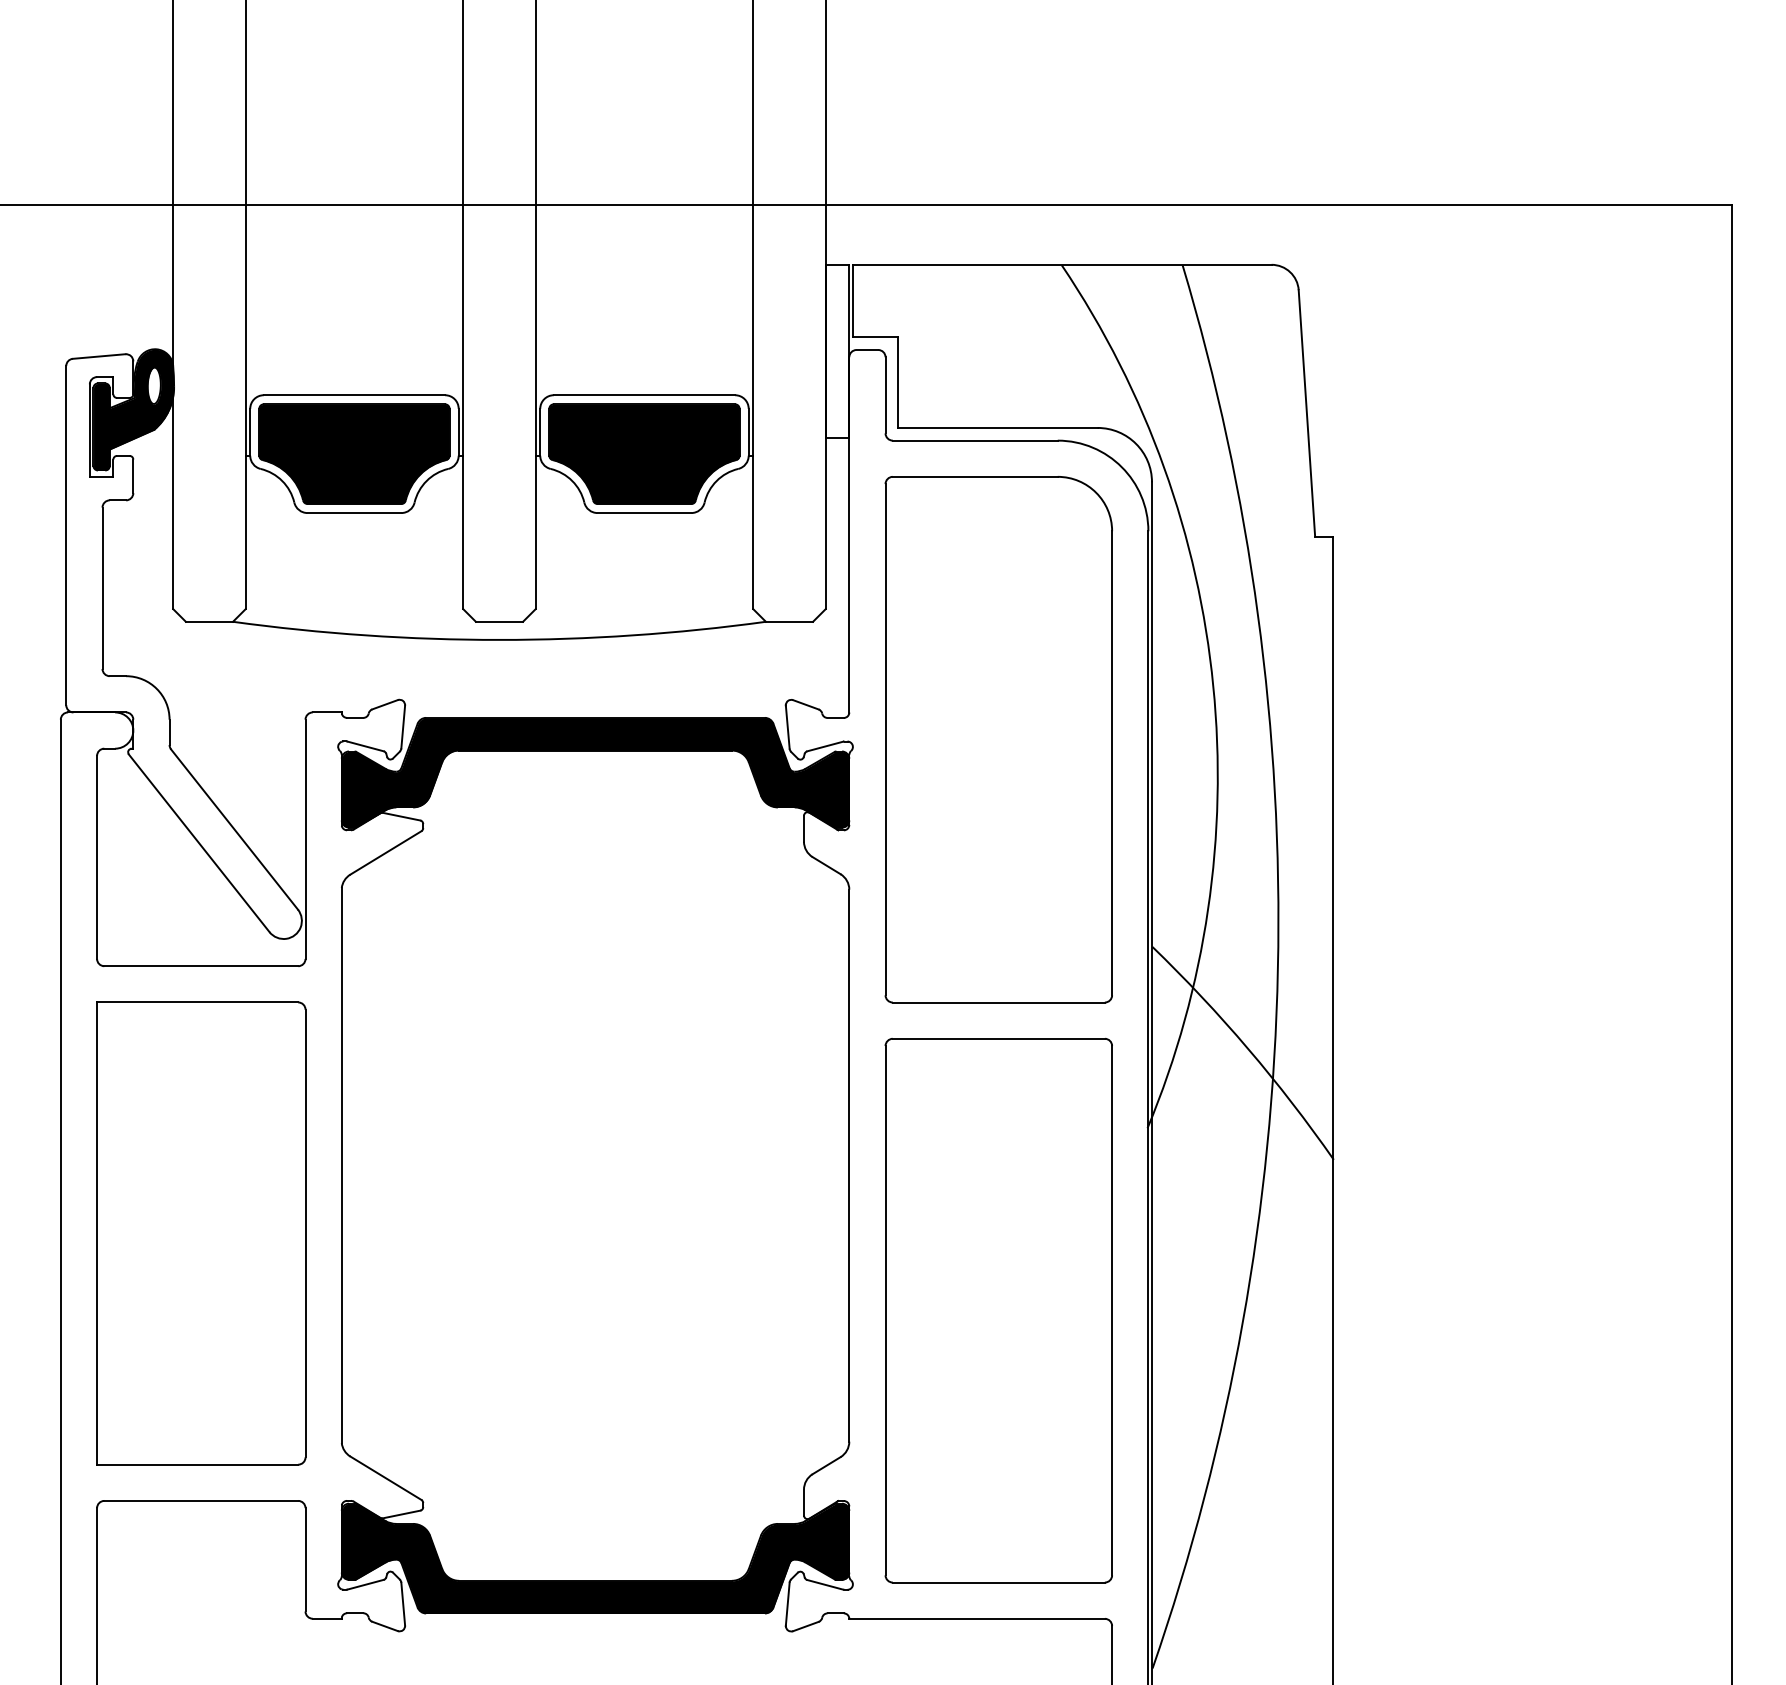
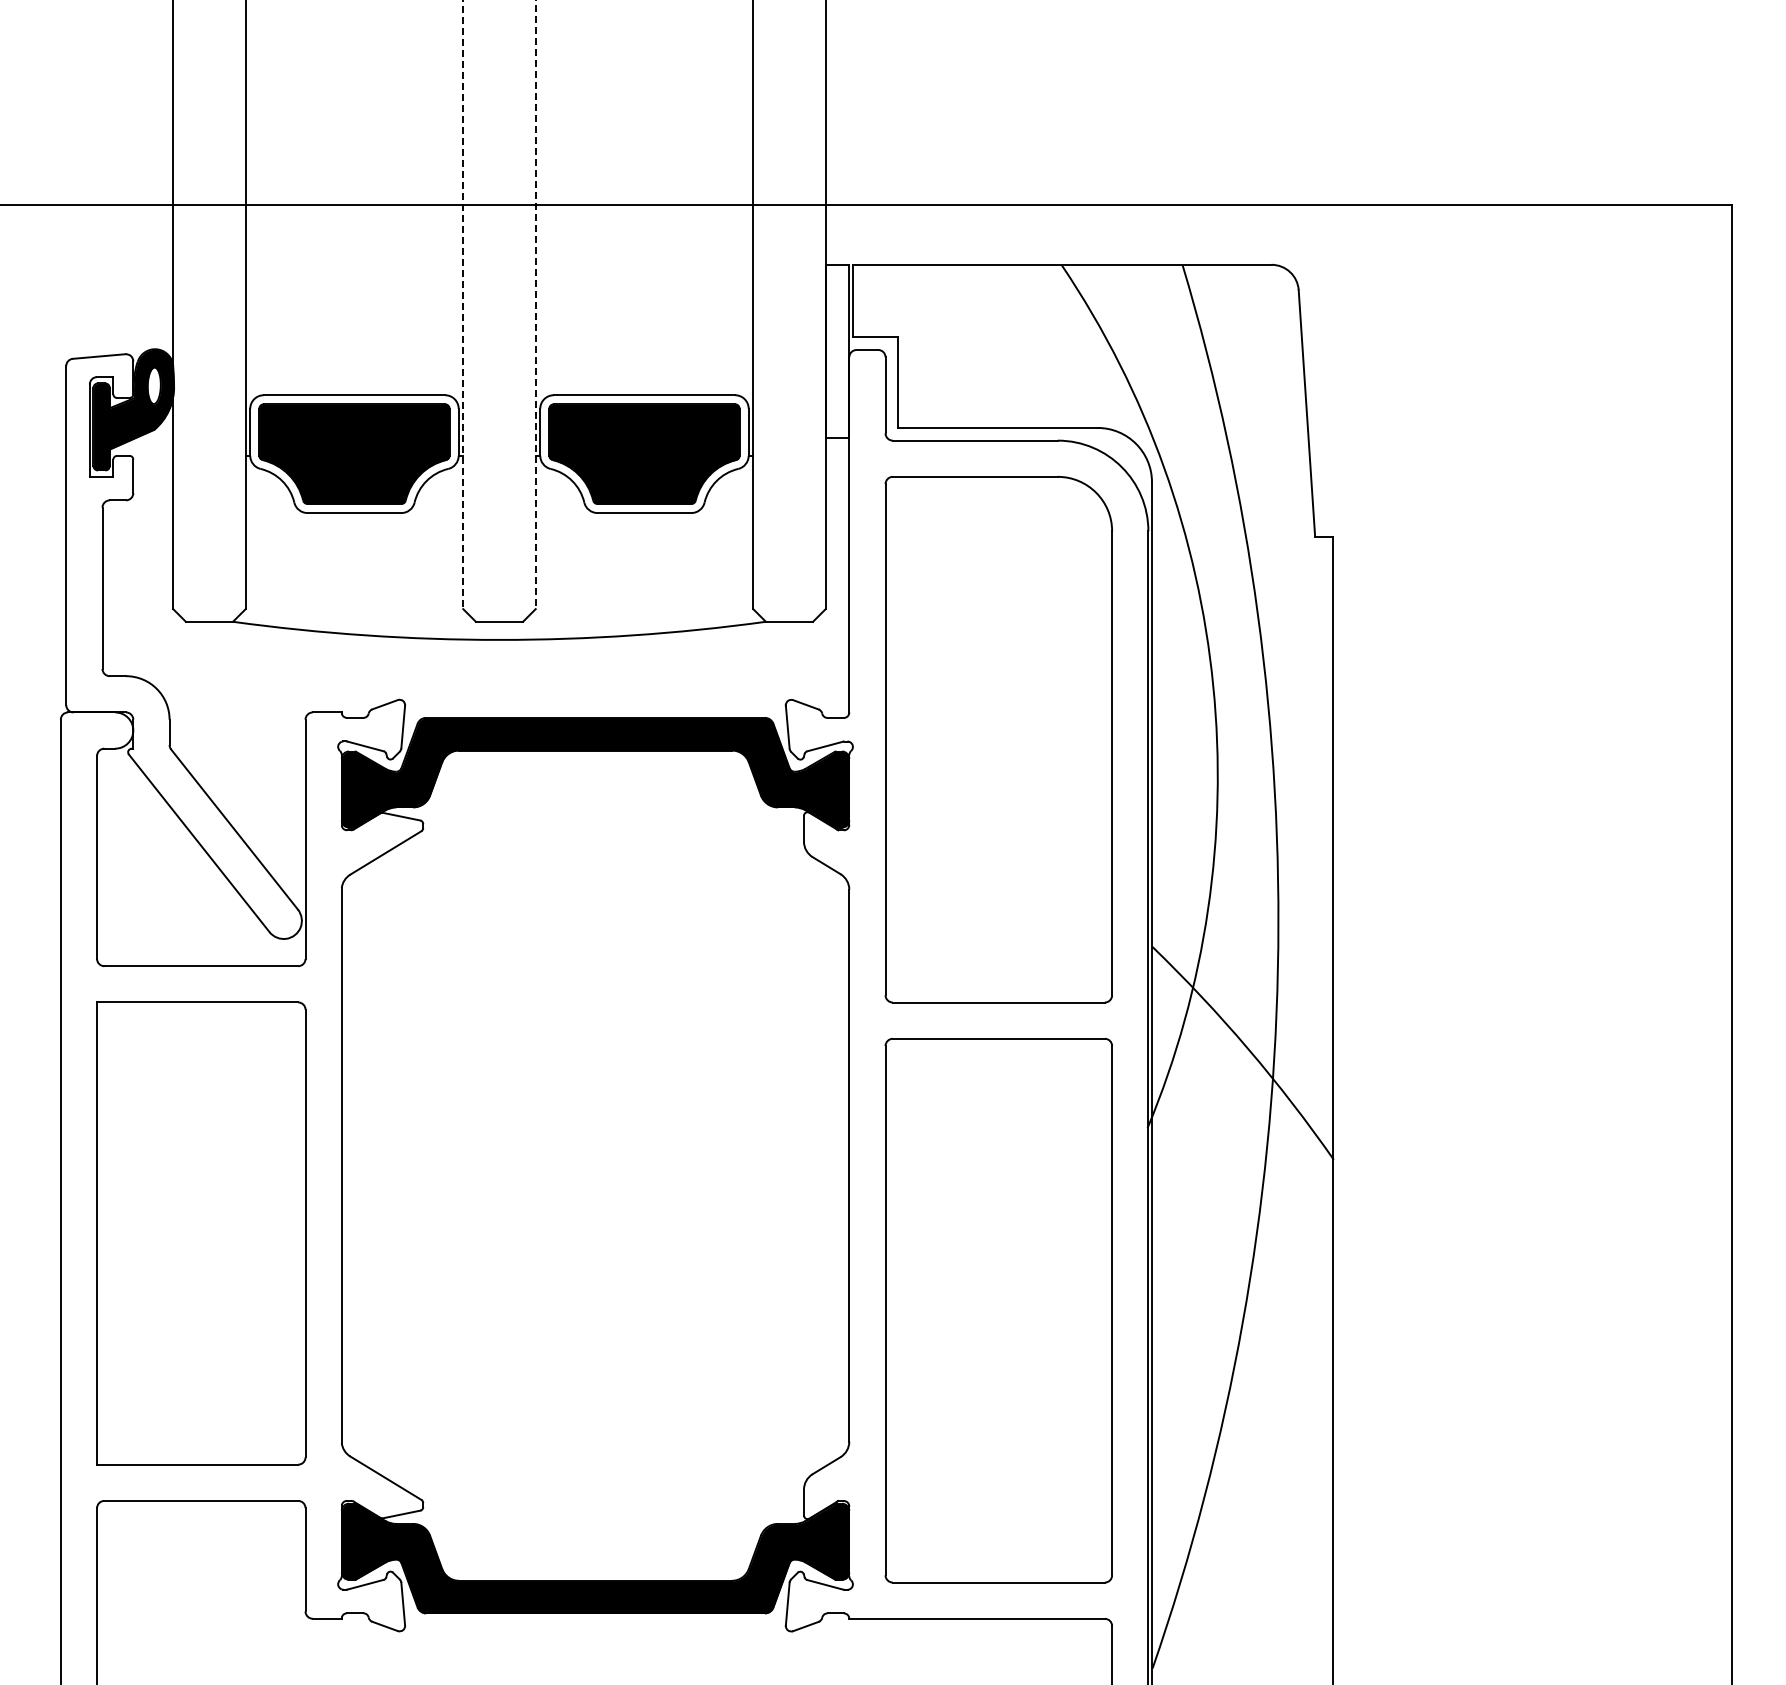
line at (463, 305): solid -> dashed
line at (535, 305): solid -> dashed
